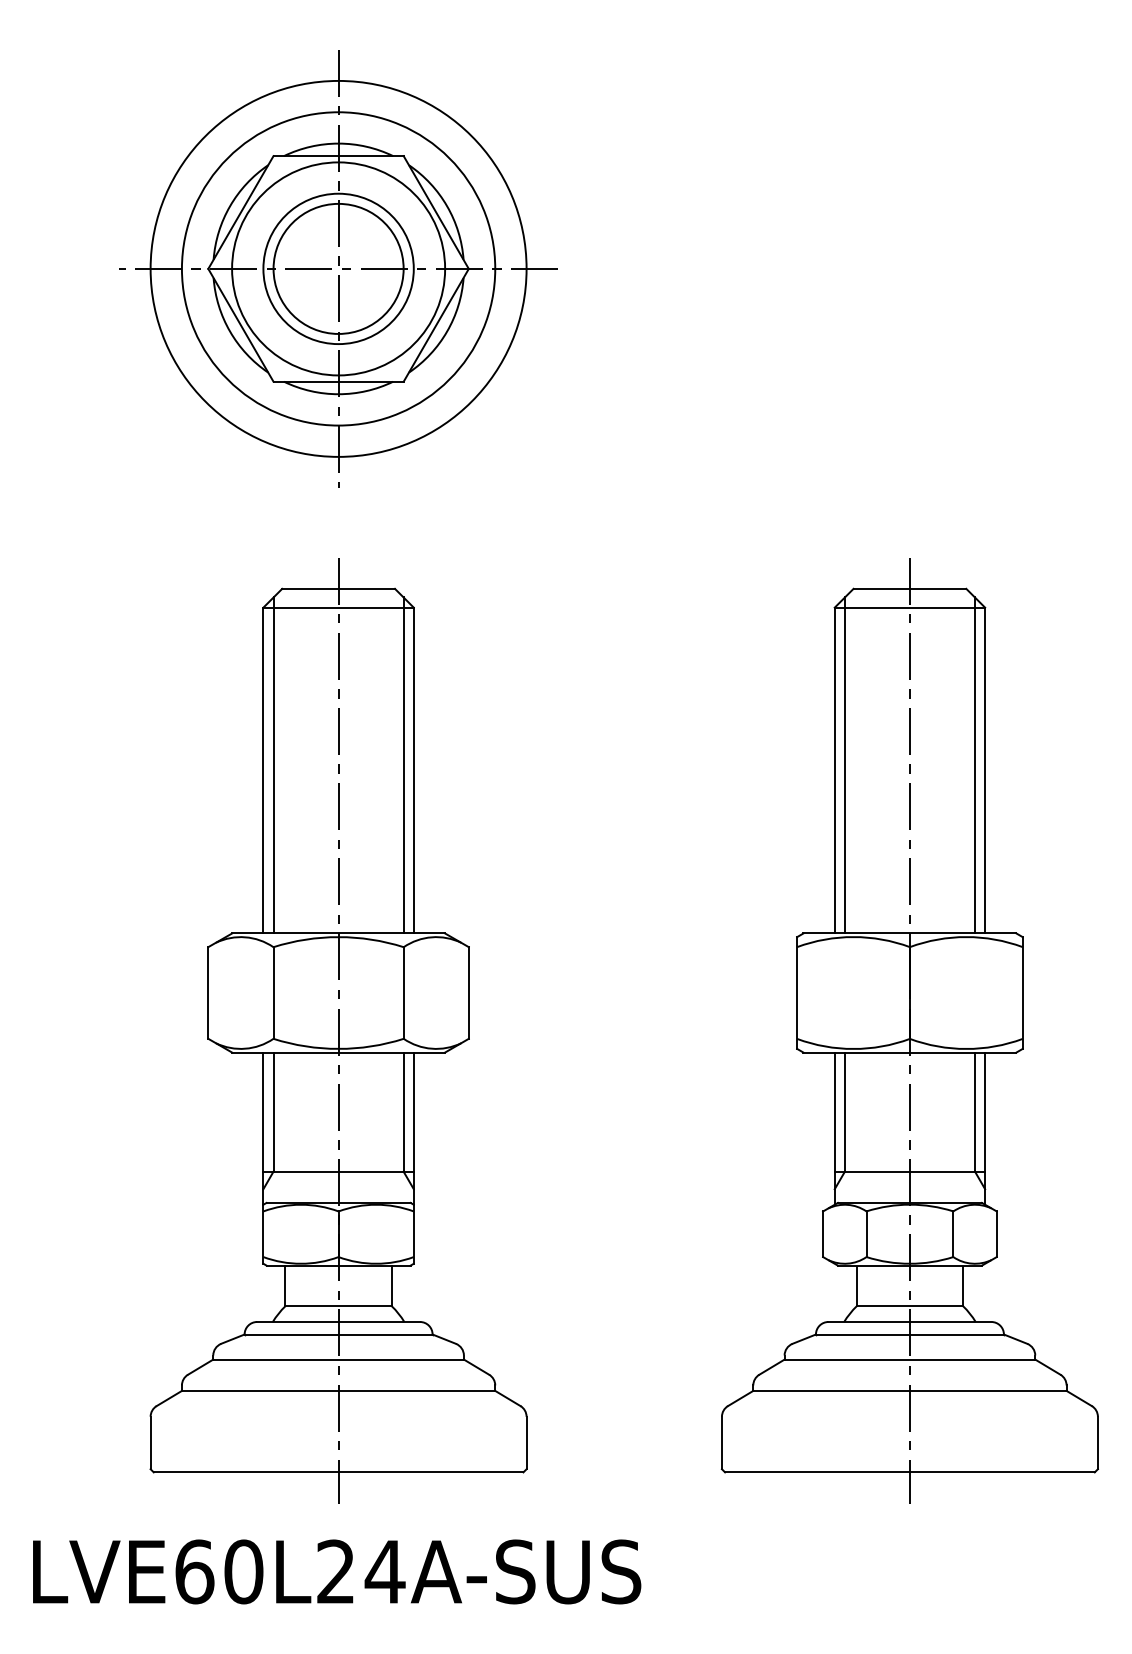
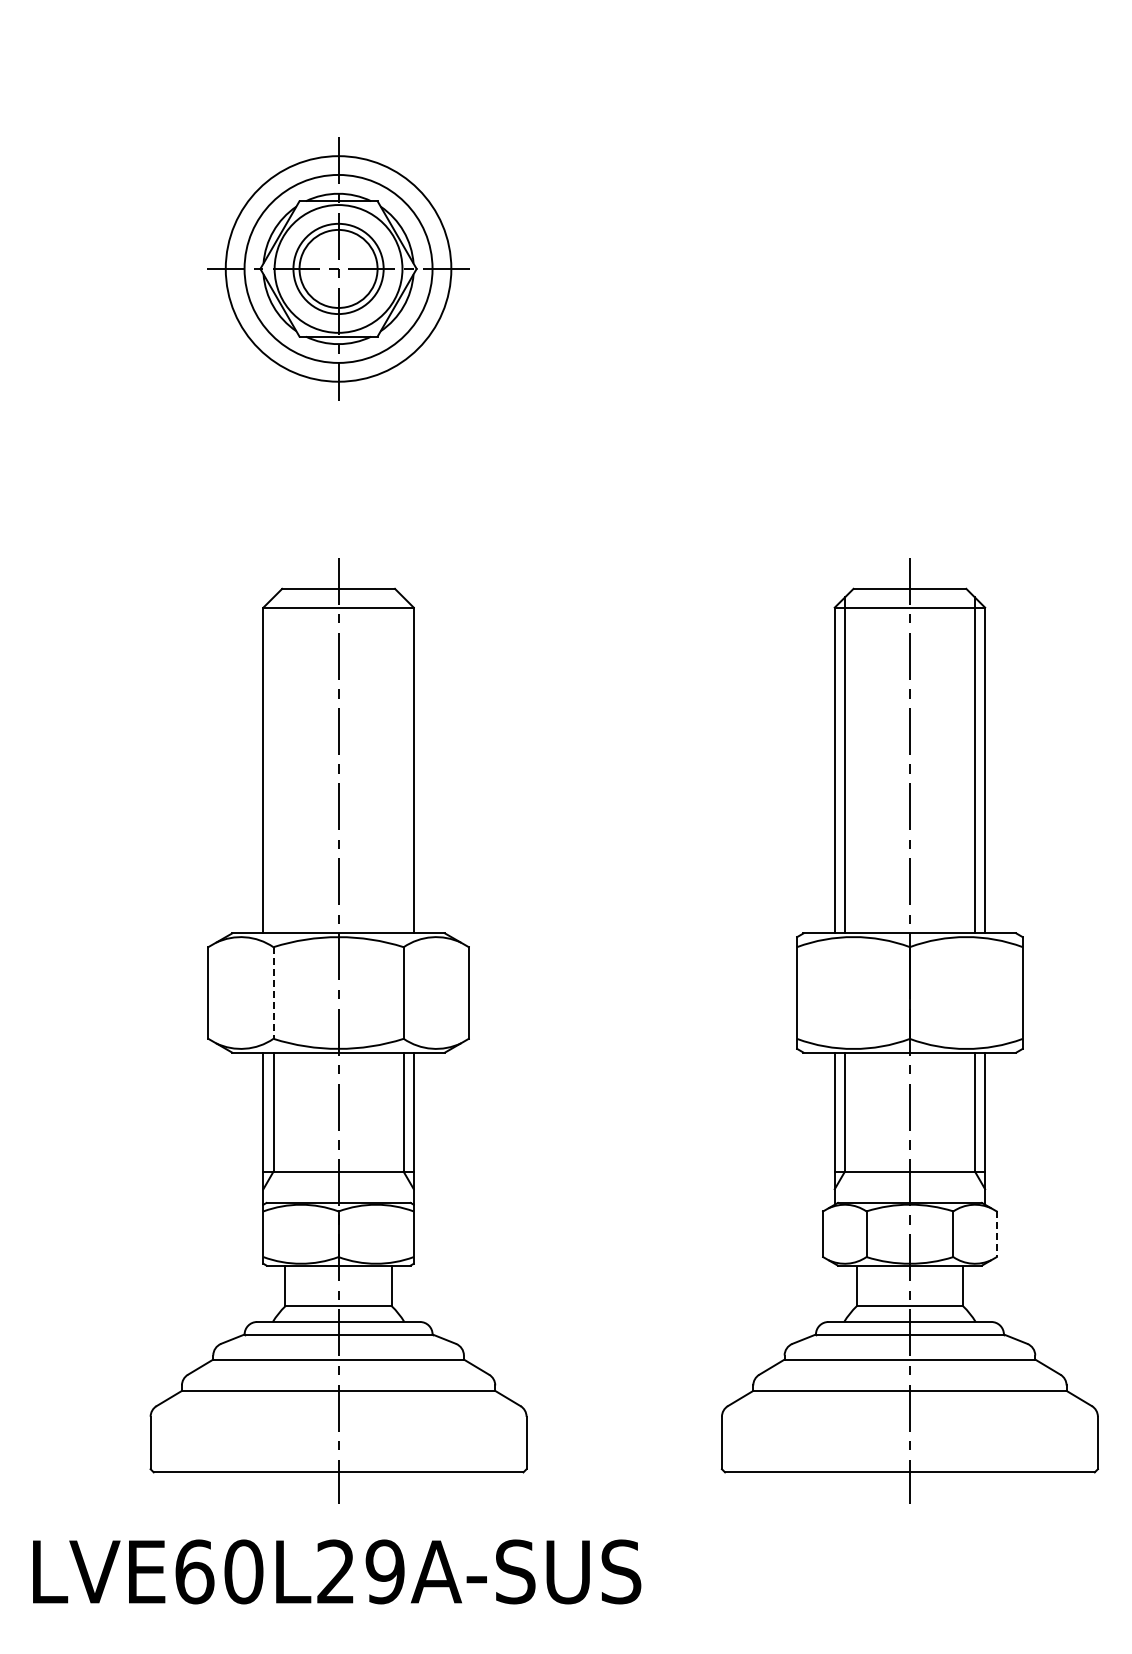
part at (338, 268) size: 439x438 px -> 263x264 px
line at (273, 765): present -> none
line at (403, 765): present -> none
line at (273, 992): solid -> dashed
line at (996, 1234): solid -> dashed
text at (384, 1571): LVE60L24A-SUS -> LVE60L29A-SUS
